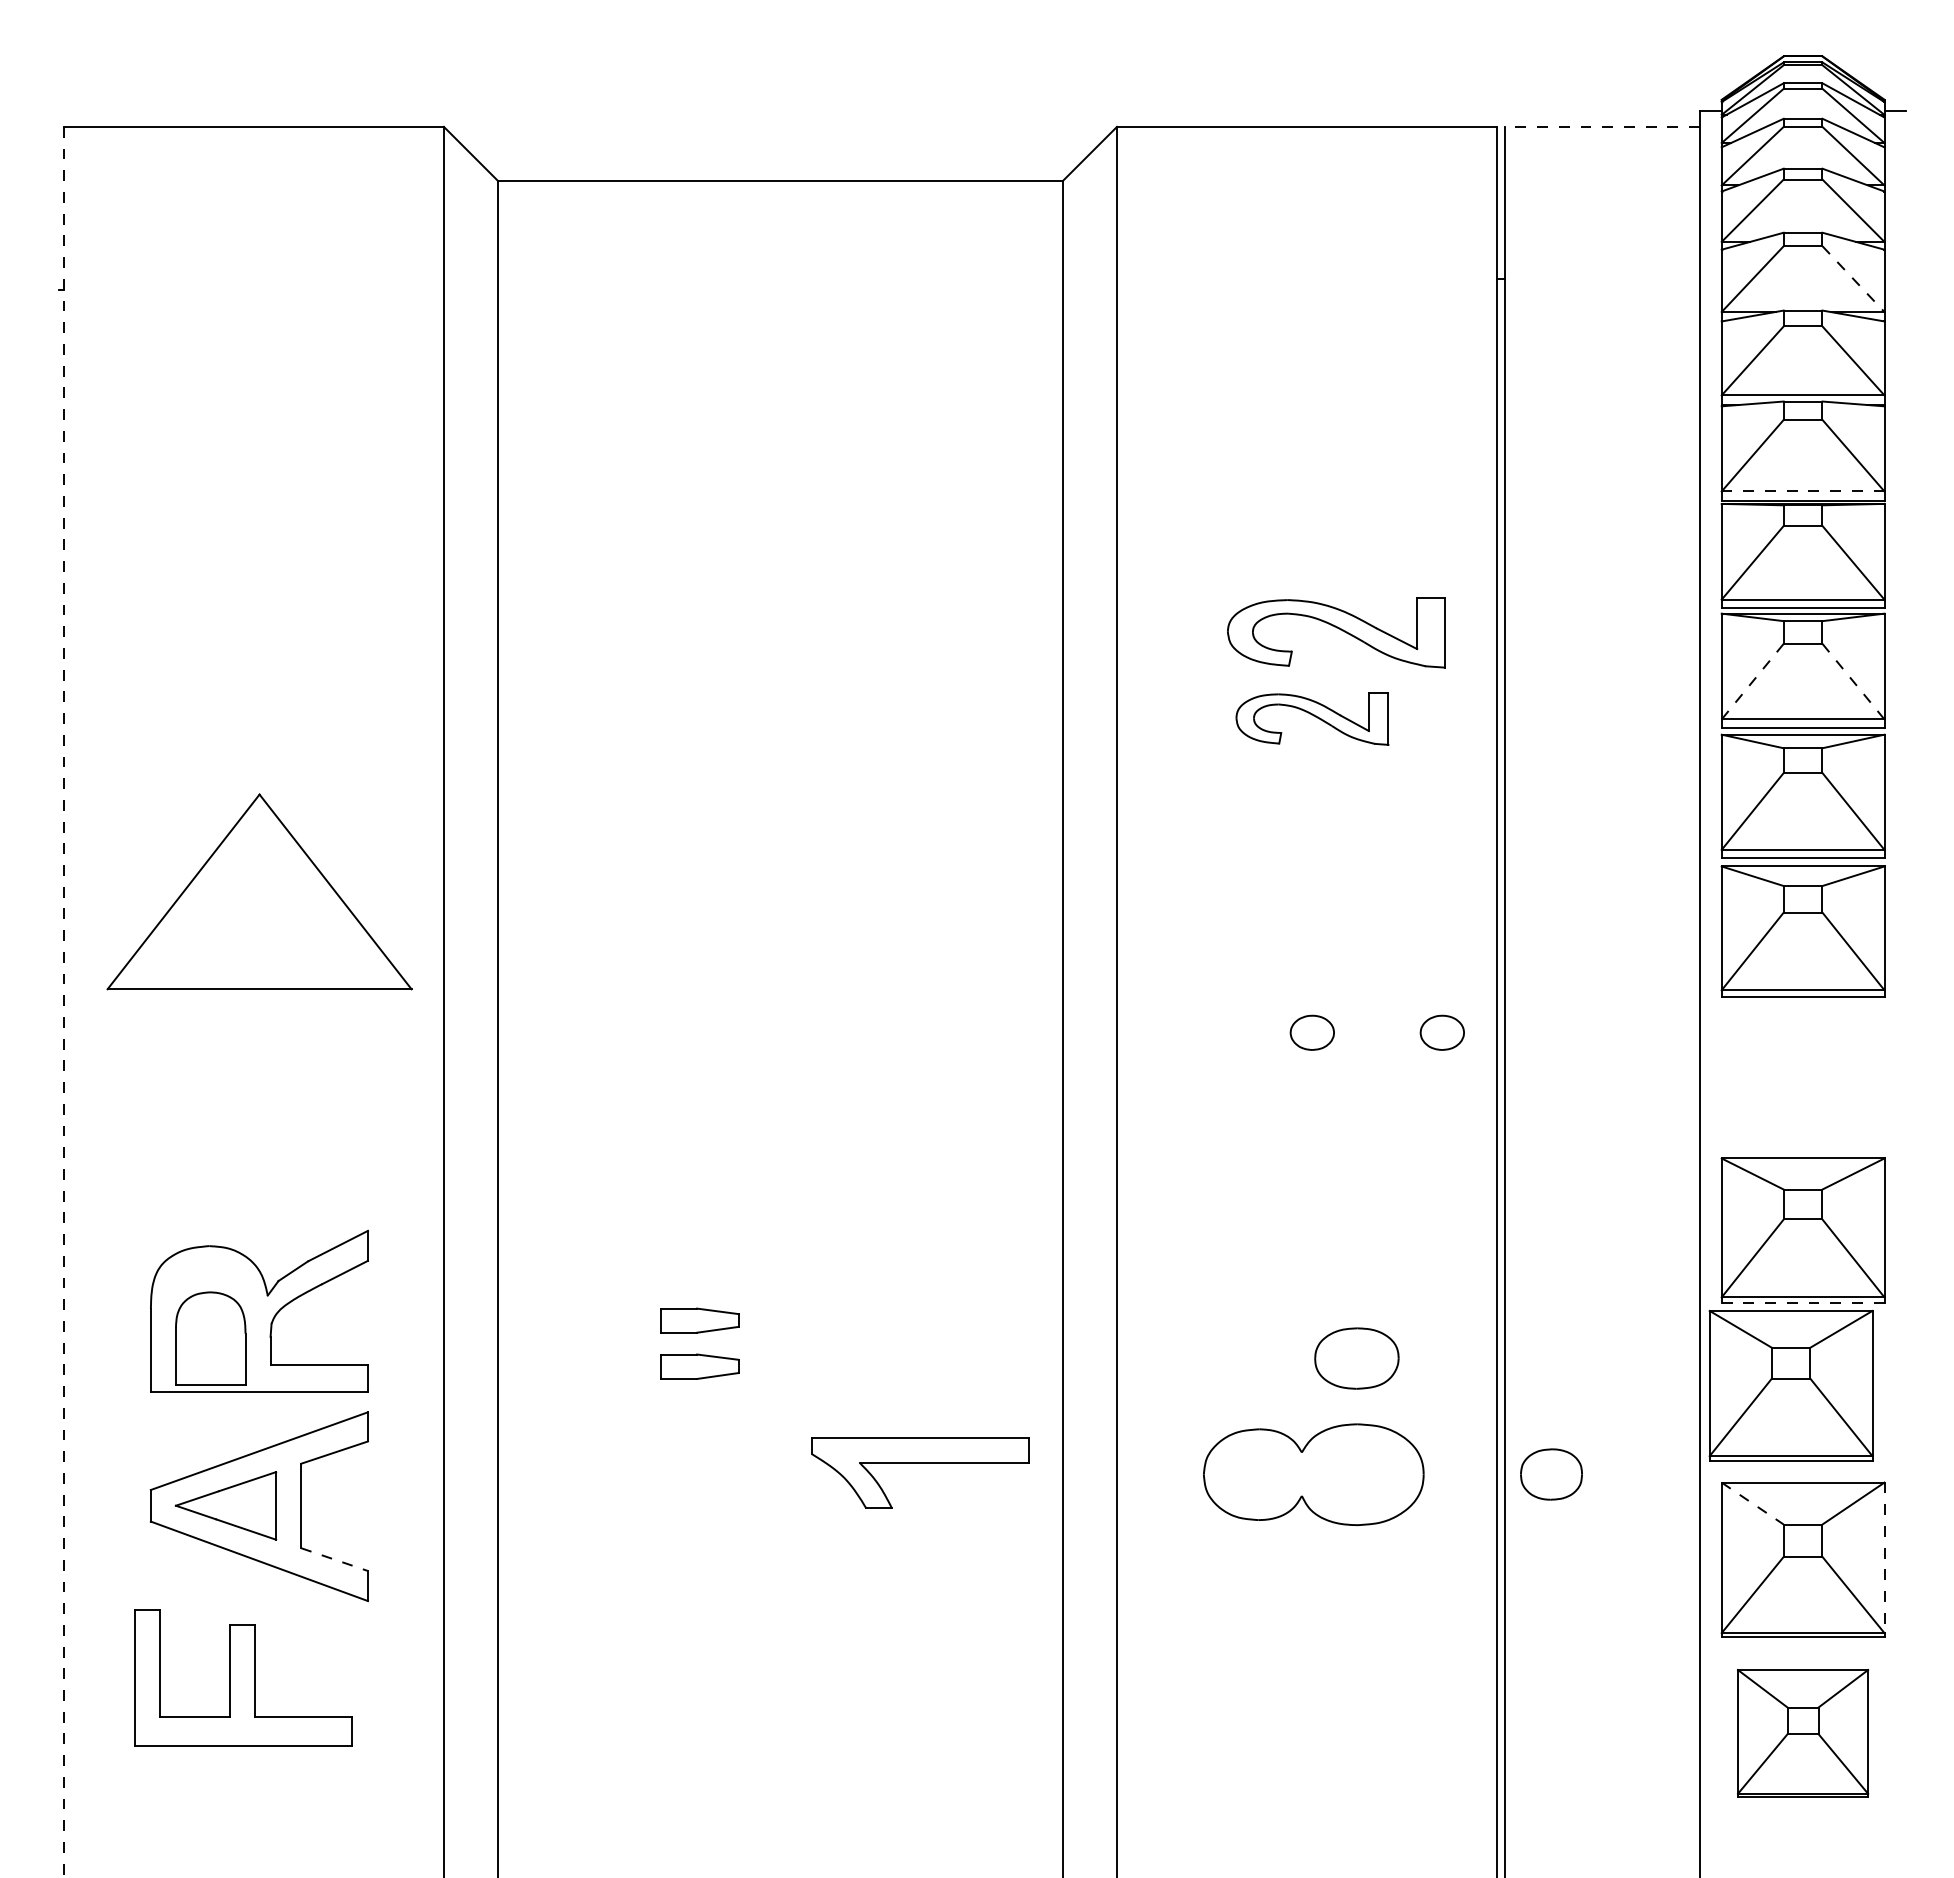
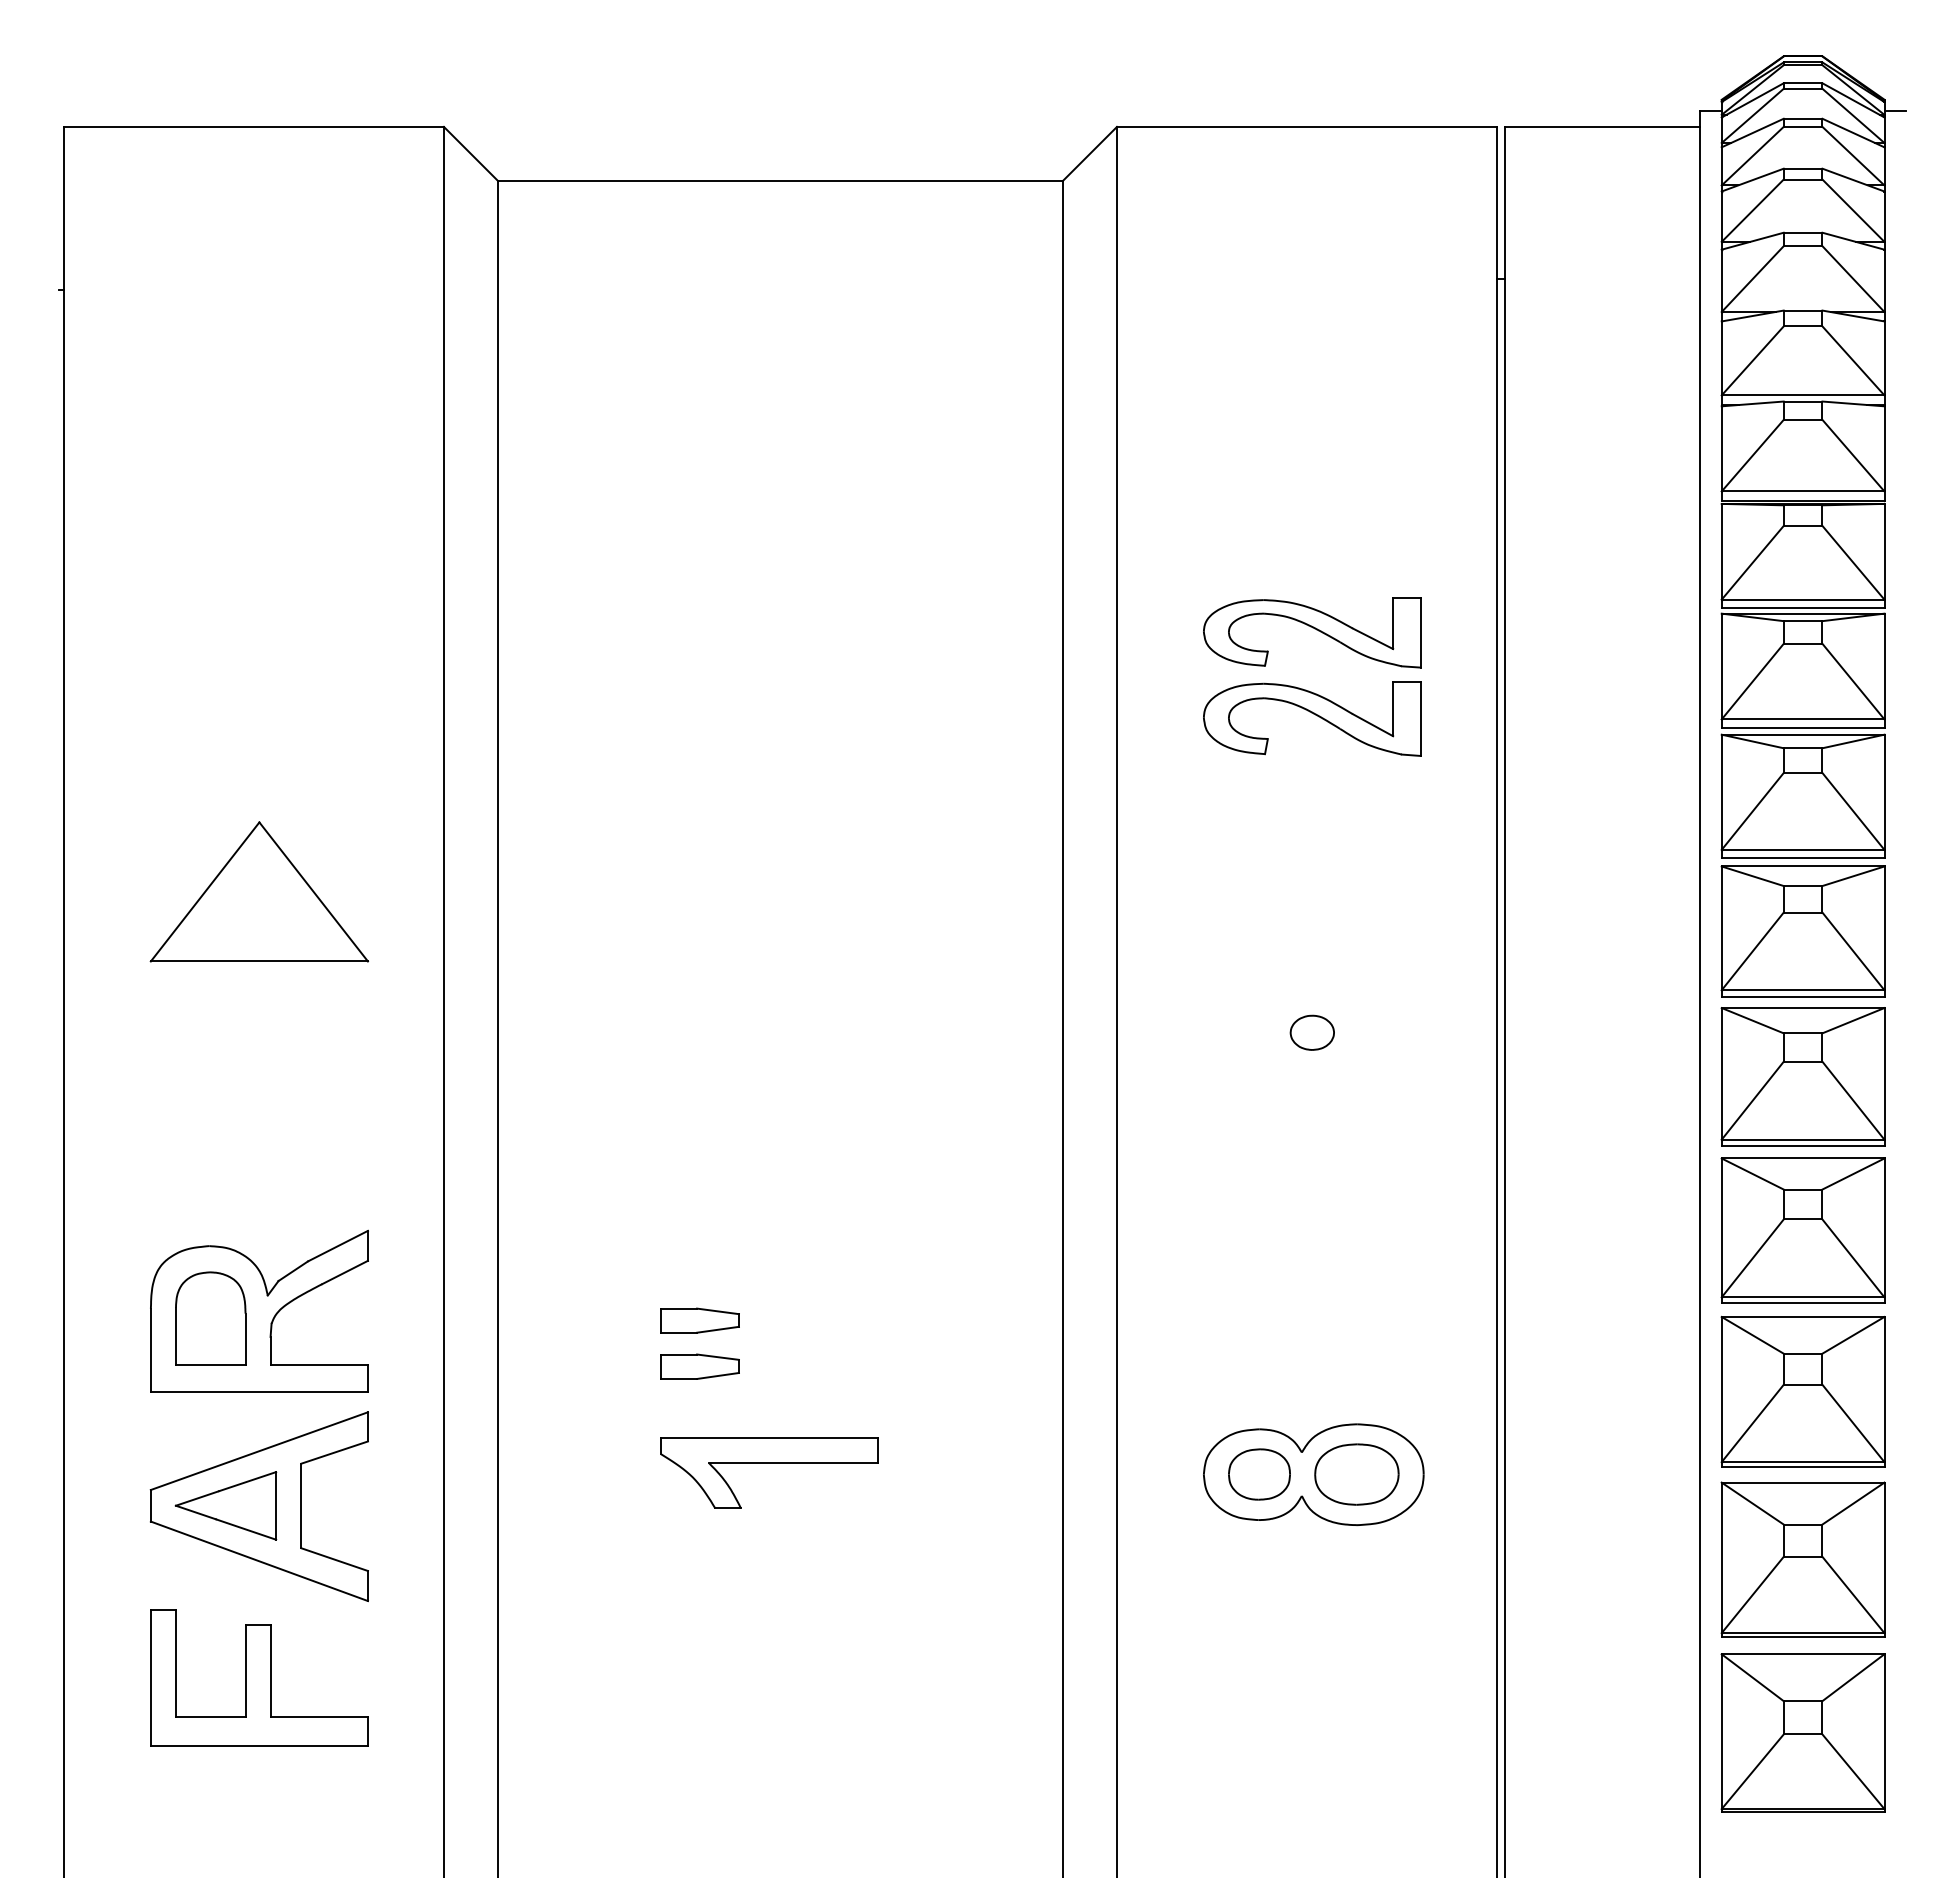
line at (1602, 126): dashed -> solid
line at (1853, 279): dashed -> solid
line at (1802, 491): dashed -> solid
part at (1336, 632) position: (1336, 632) -> (1312, 632)
line at (1752, 681): dashed -> solid
line at (1853, 681): dashed -> solid
part at (1312, 718) size: 155x54 px -> 219x76 px
part at (259, 891) size: 307x198 px -> 220x142 px
line at (64, 1001): dashed -> solid
part at (1441, 1032): present -> none
part at (1802, 1076): none -> present
line at (1802, 1302): dashed -> solid
part at (210, 1338) position: (210, 1338) -> (210, 1318)
part at (1356, 1358) position: (1356, 1358) -> (1356, 1474)
part at (1790, 1385) position: (1790, 1385) -> (1802, 1391)
part at (920, 1463) position: (920, 1463) -> (769, 1463)
part at (1551, 1474) position: (1551, 1474) -> (1259, 1474)
line at (1753, 1503): dashed -> solid
line at (1884, 1558): dashed -> solid
line at (335, 1559): dashed -> solid
part at (243, 1677) position: (243, 1677) -> (259, 1677)
part at (1803, 1732) size: 133x130 px -> 166x160 px
